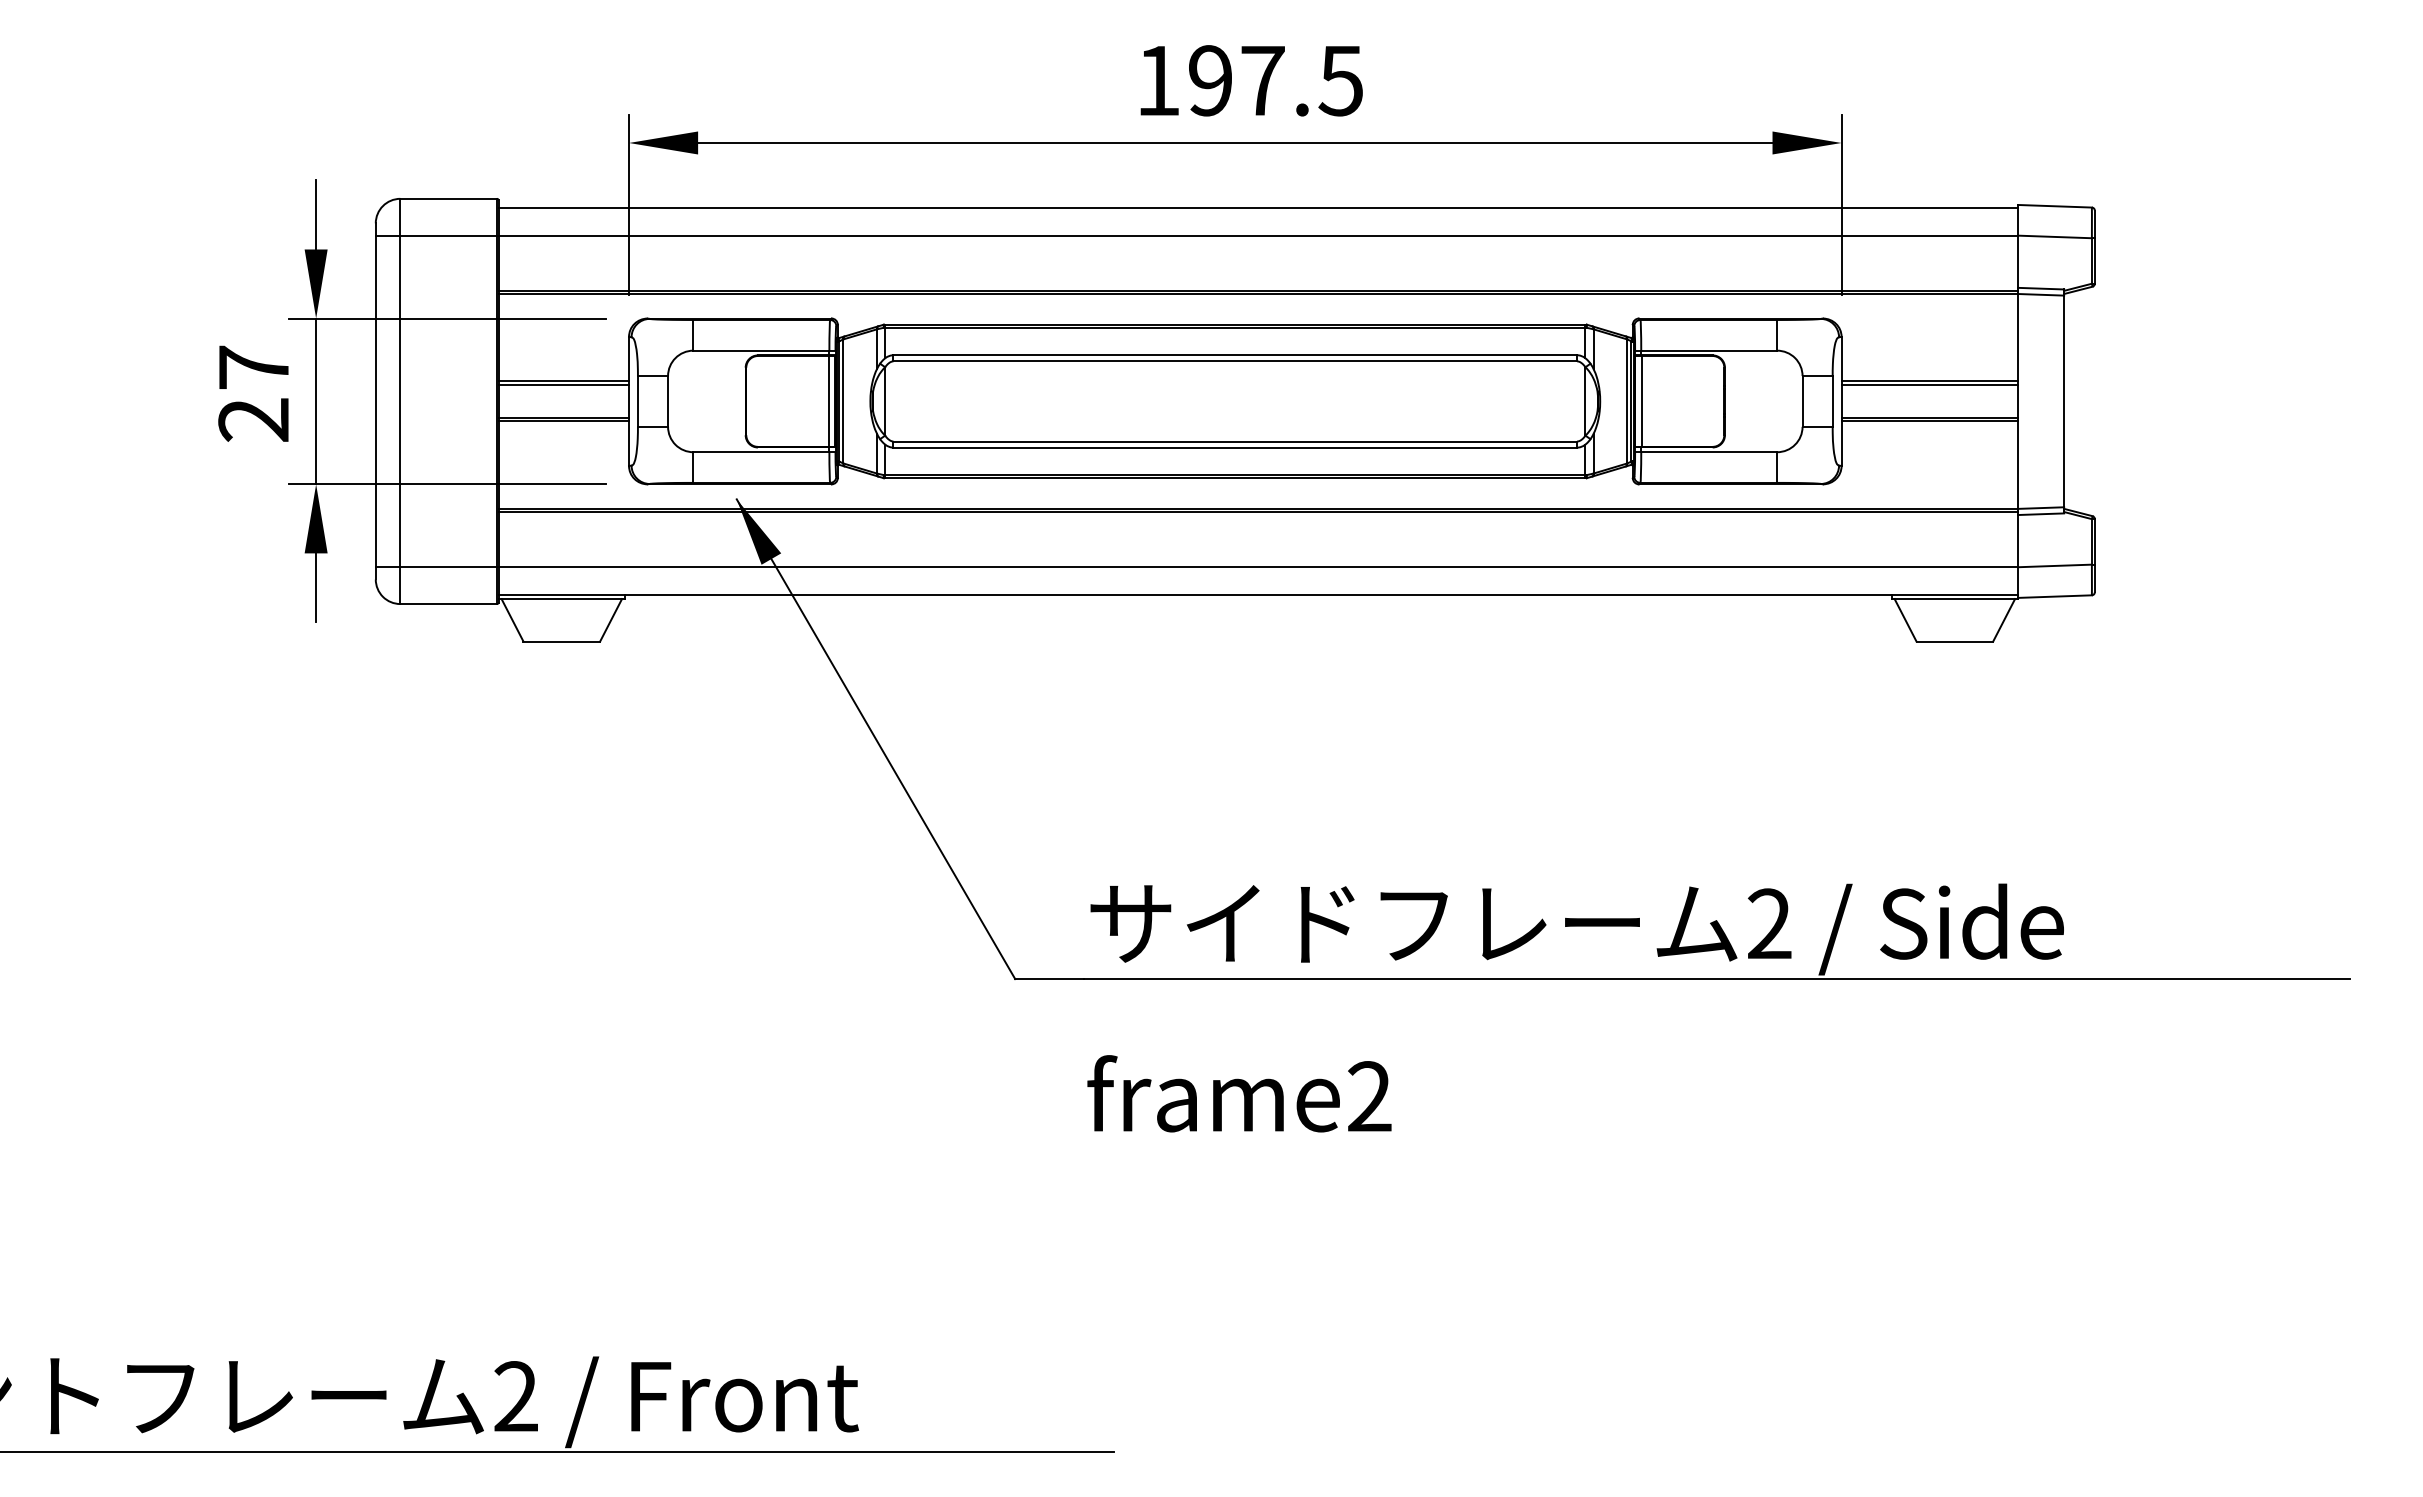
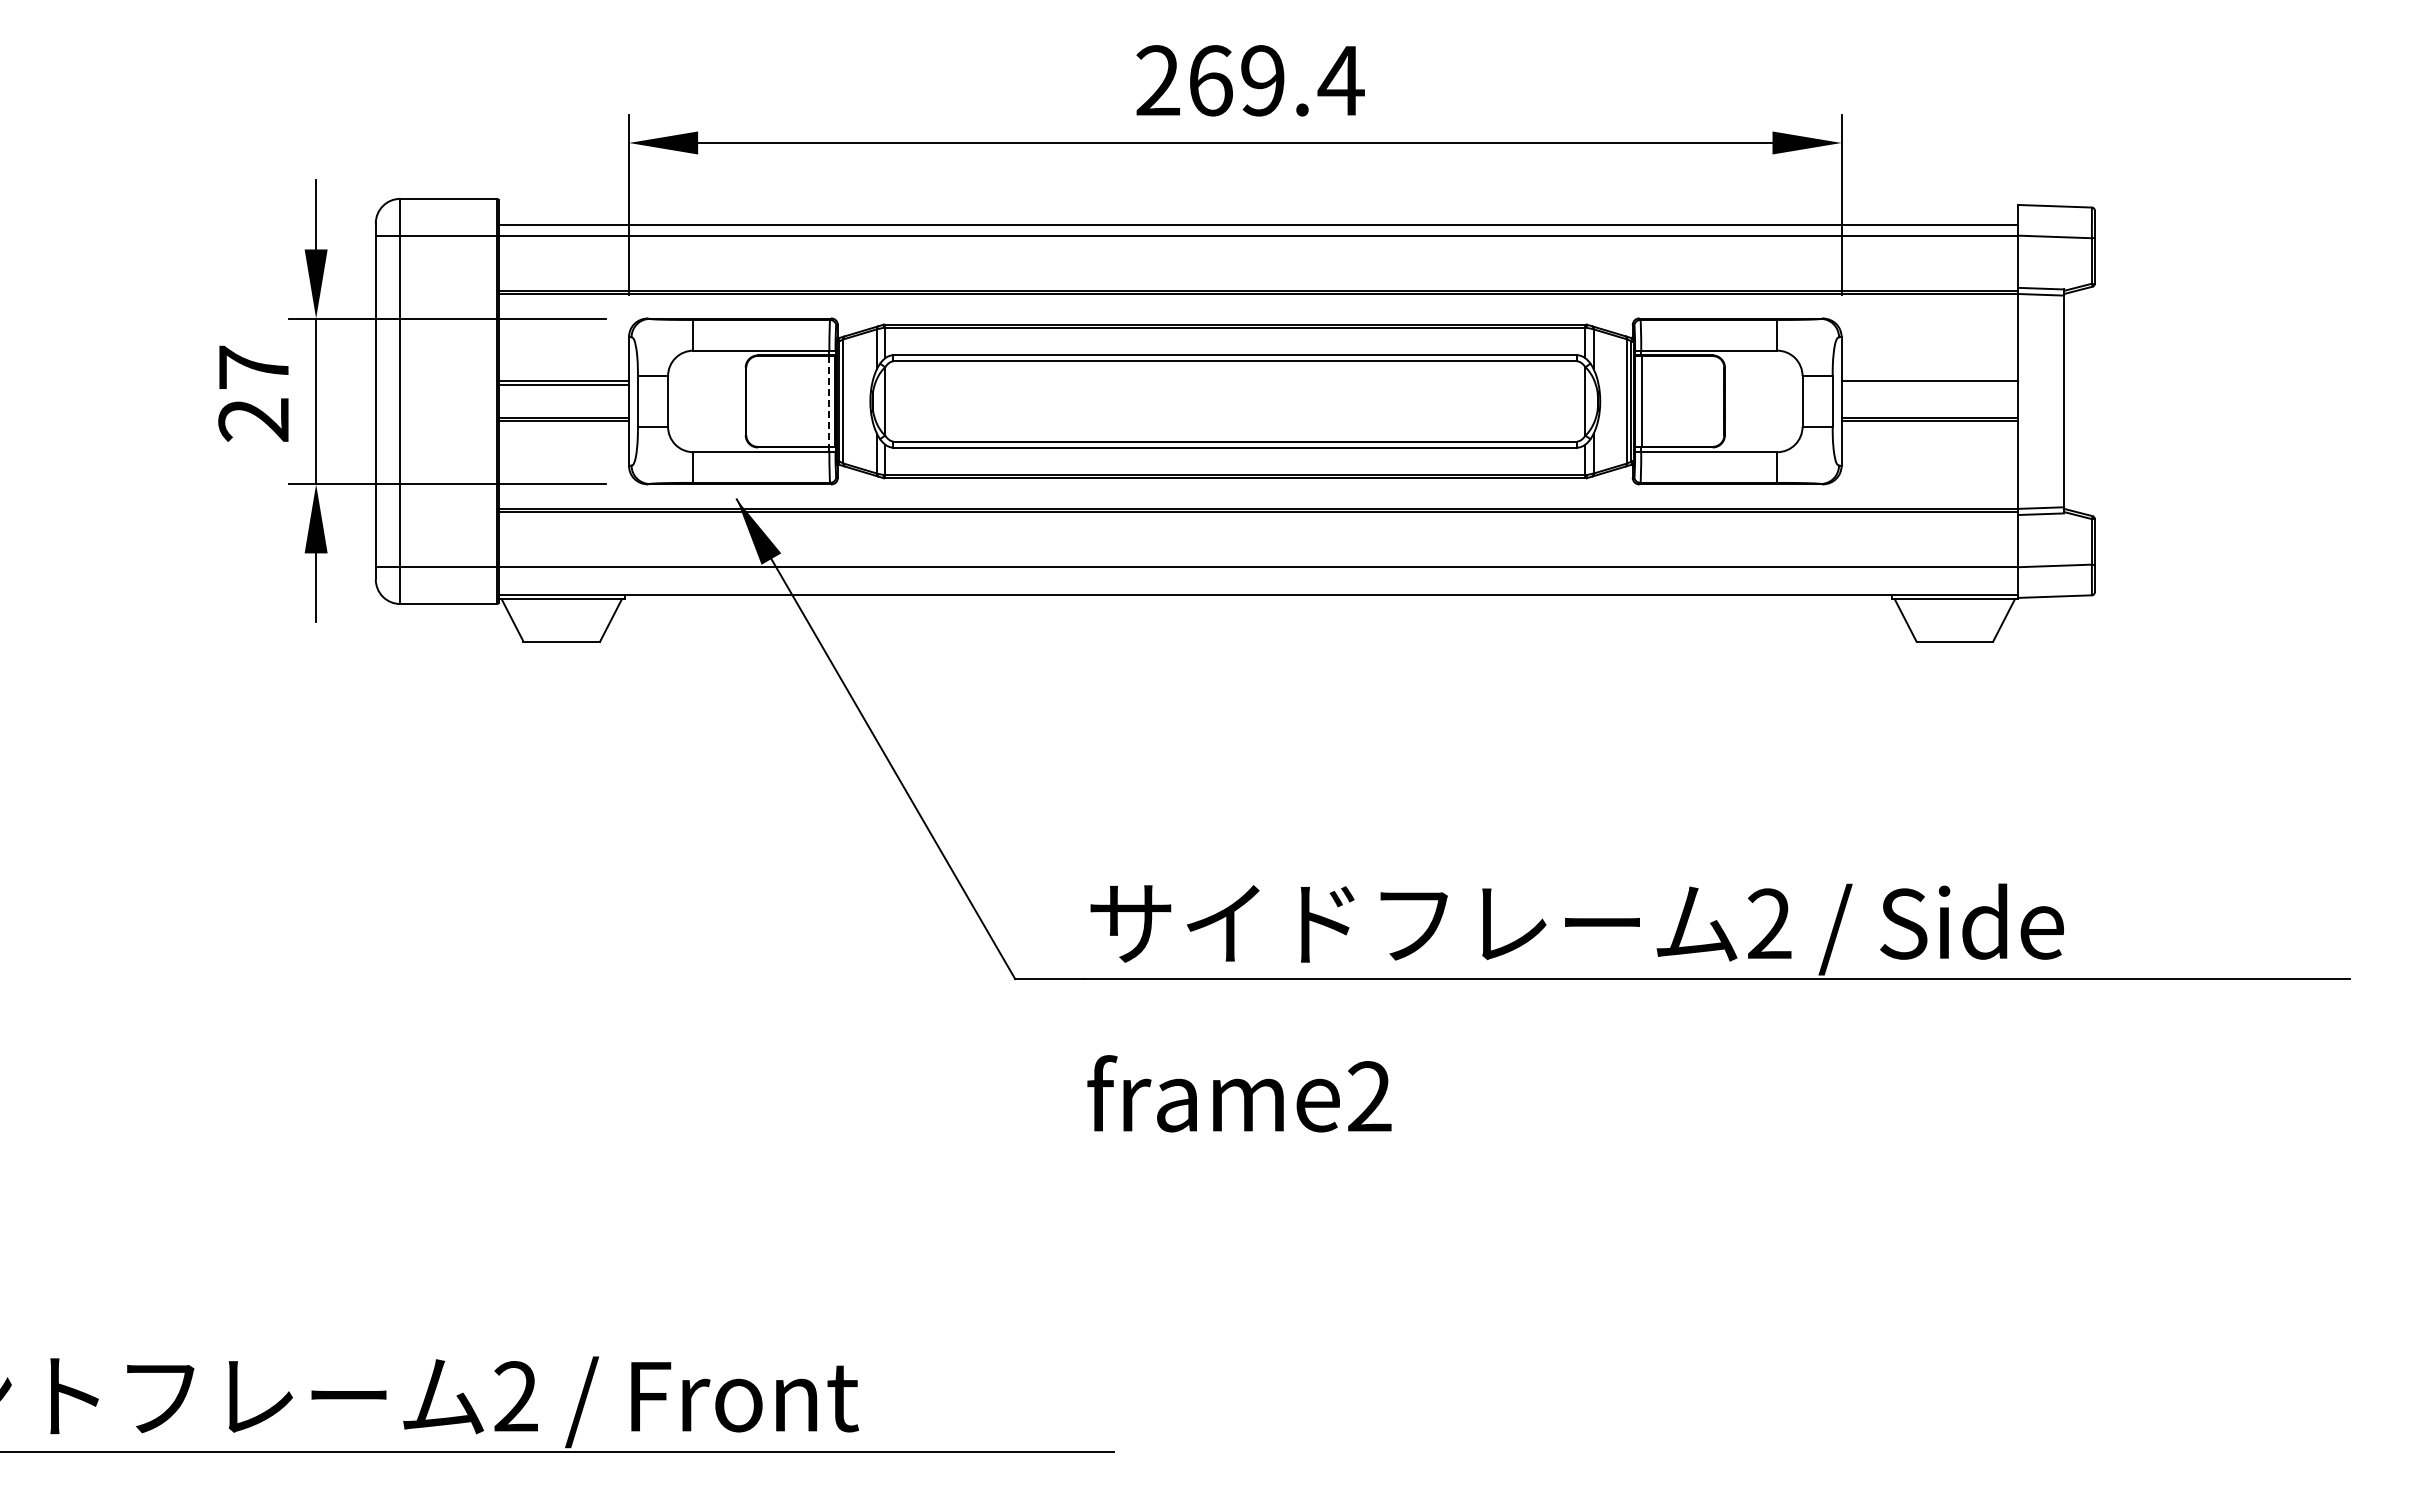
text at (1250, 80): 197.5 -> 269.4
line at (1258, 208) position: (1258, 208) -> (1258, 225)
line at (1929, 384): present -> none
line at (829, 401): solid -> dashed
